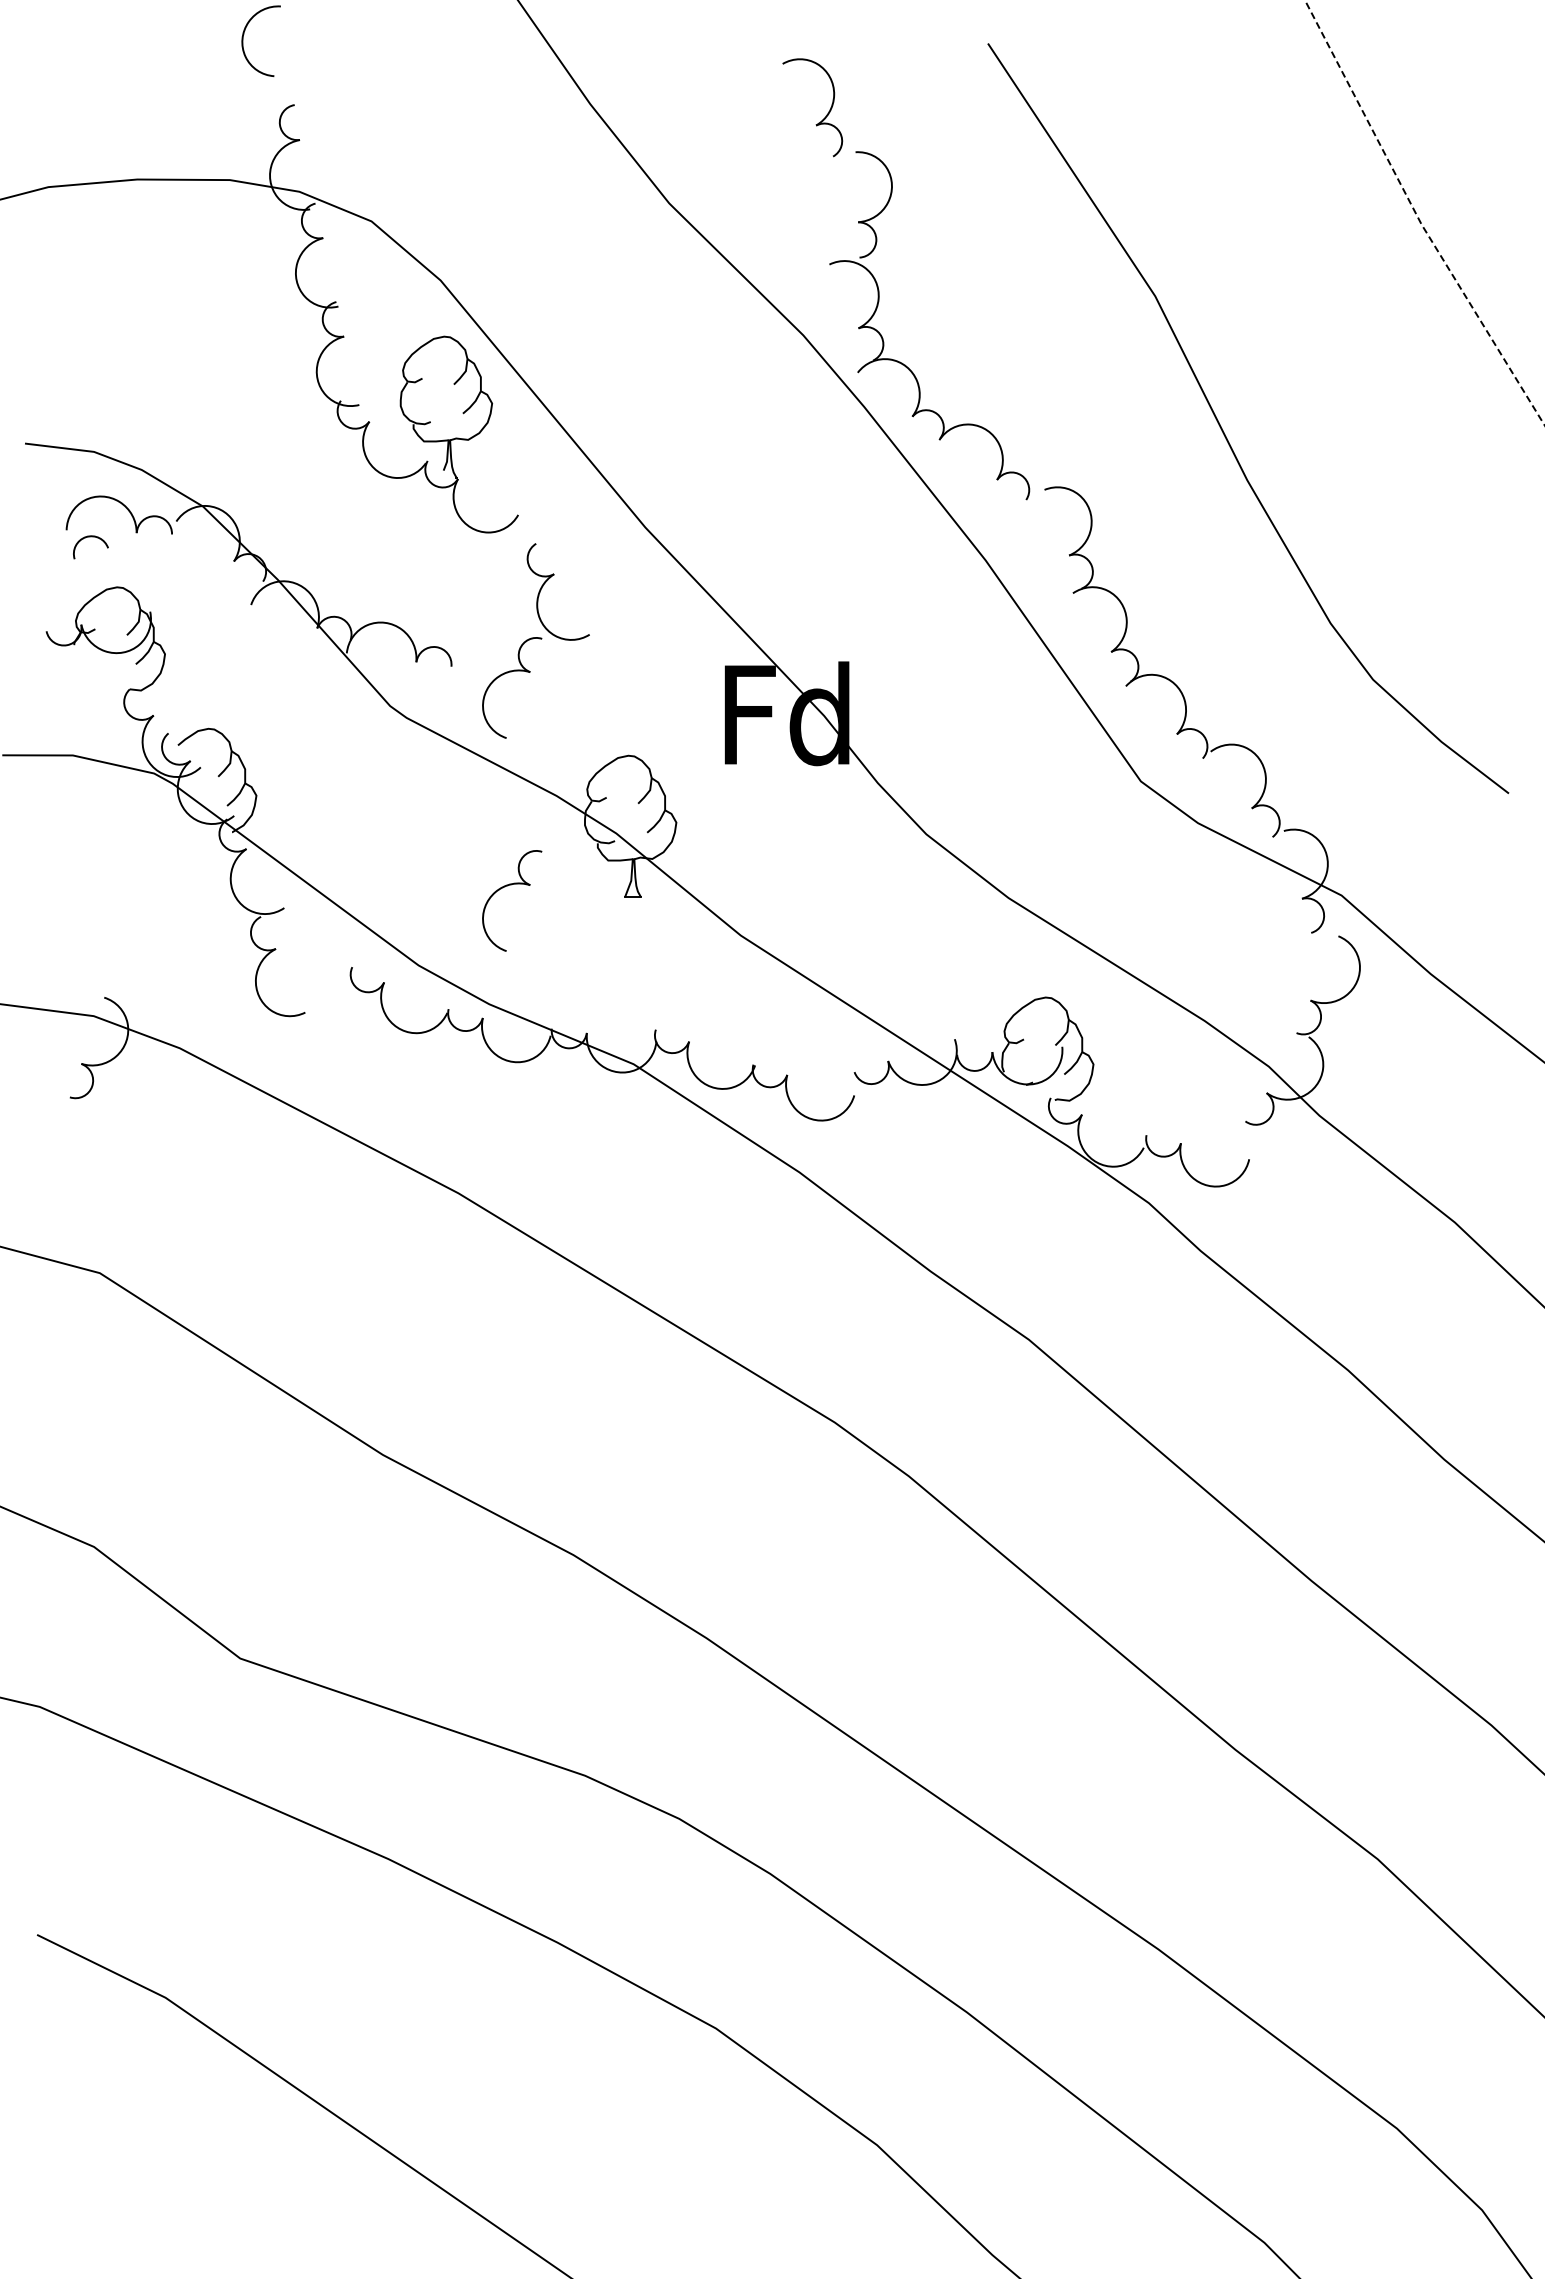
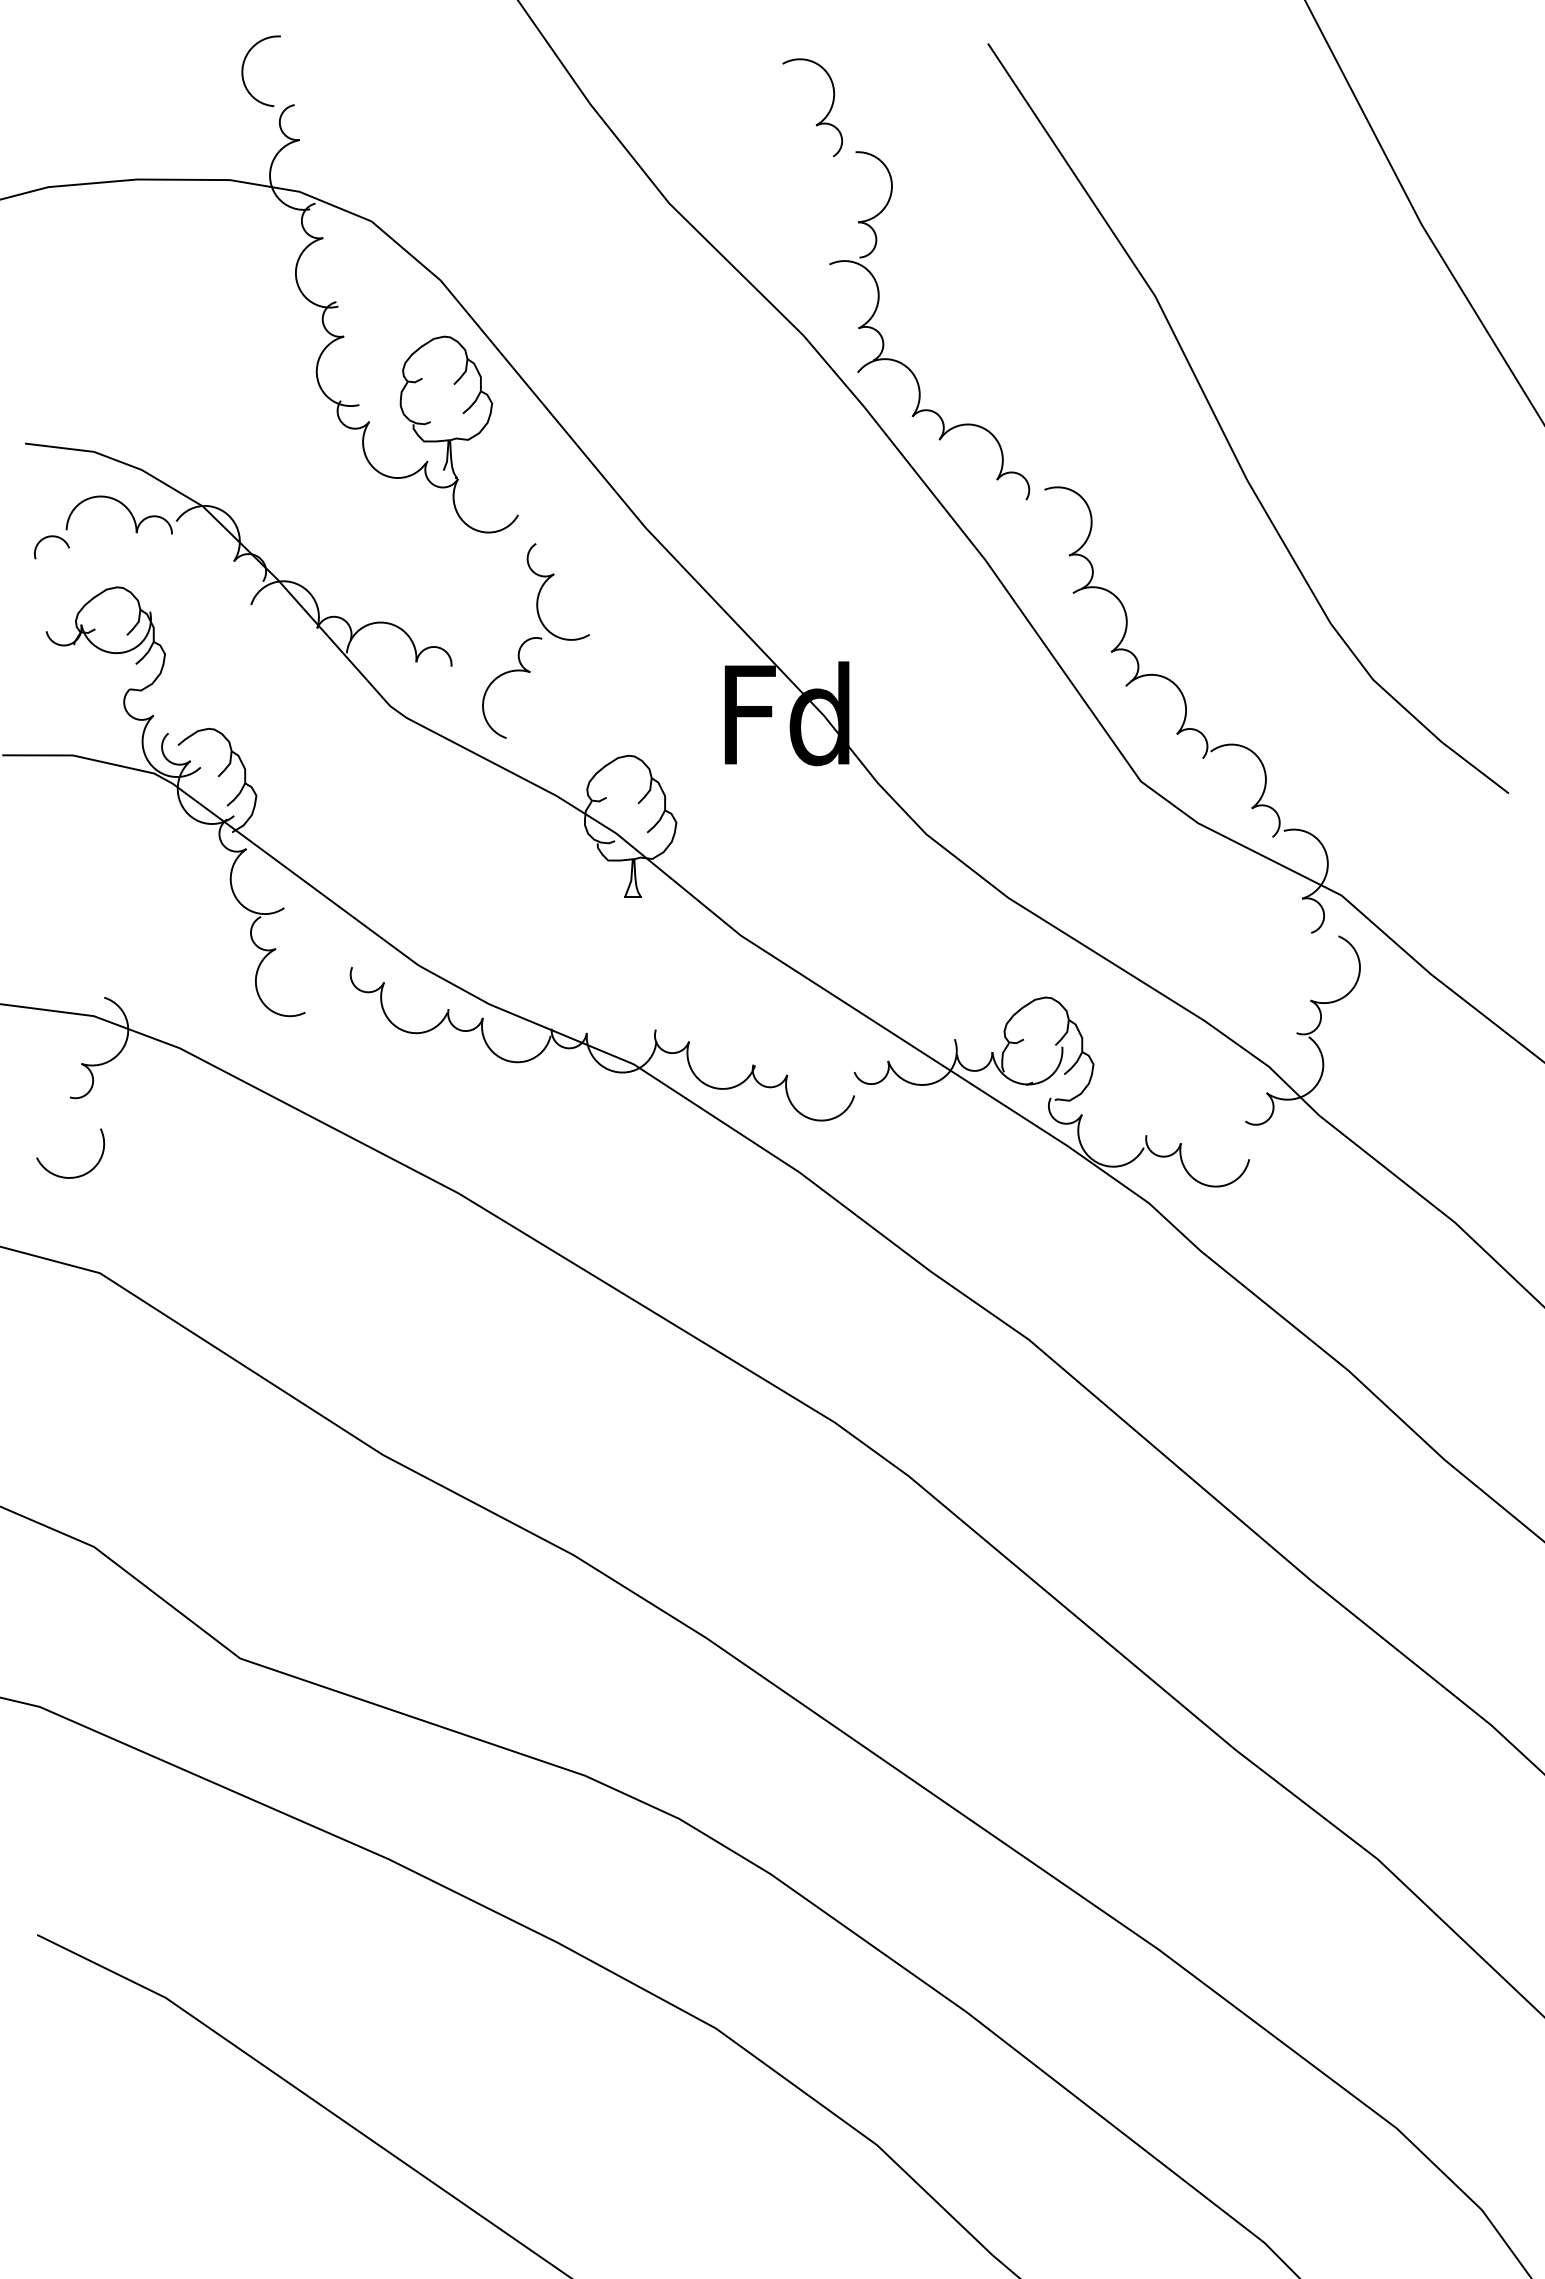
arc at (243, 40) position: (243, 40) -> (243, 70)
line at (1418, 217): dashed -> solid
arc at (90, 537) position: (90, 537) -> (51, 537)
part at (505, 887): present -> none
arc at (73, 1176): none -> present
